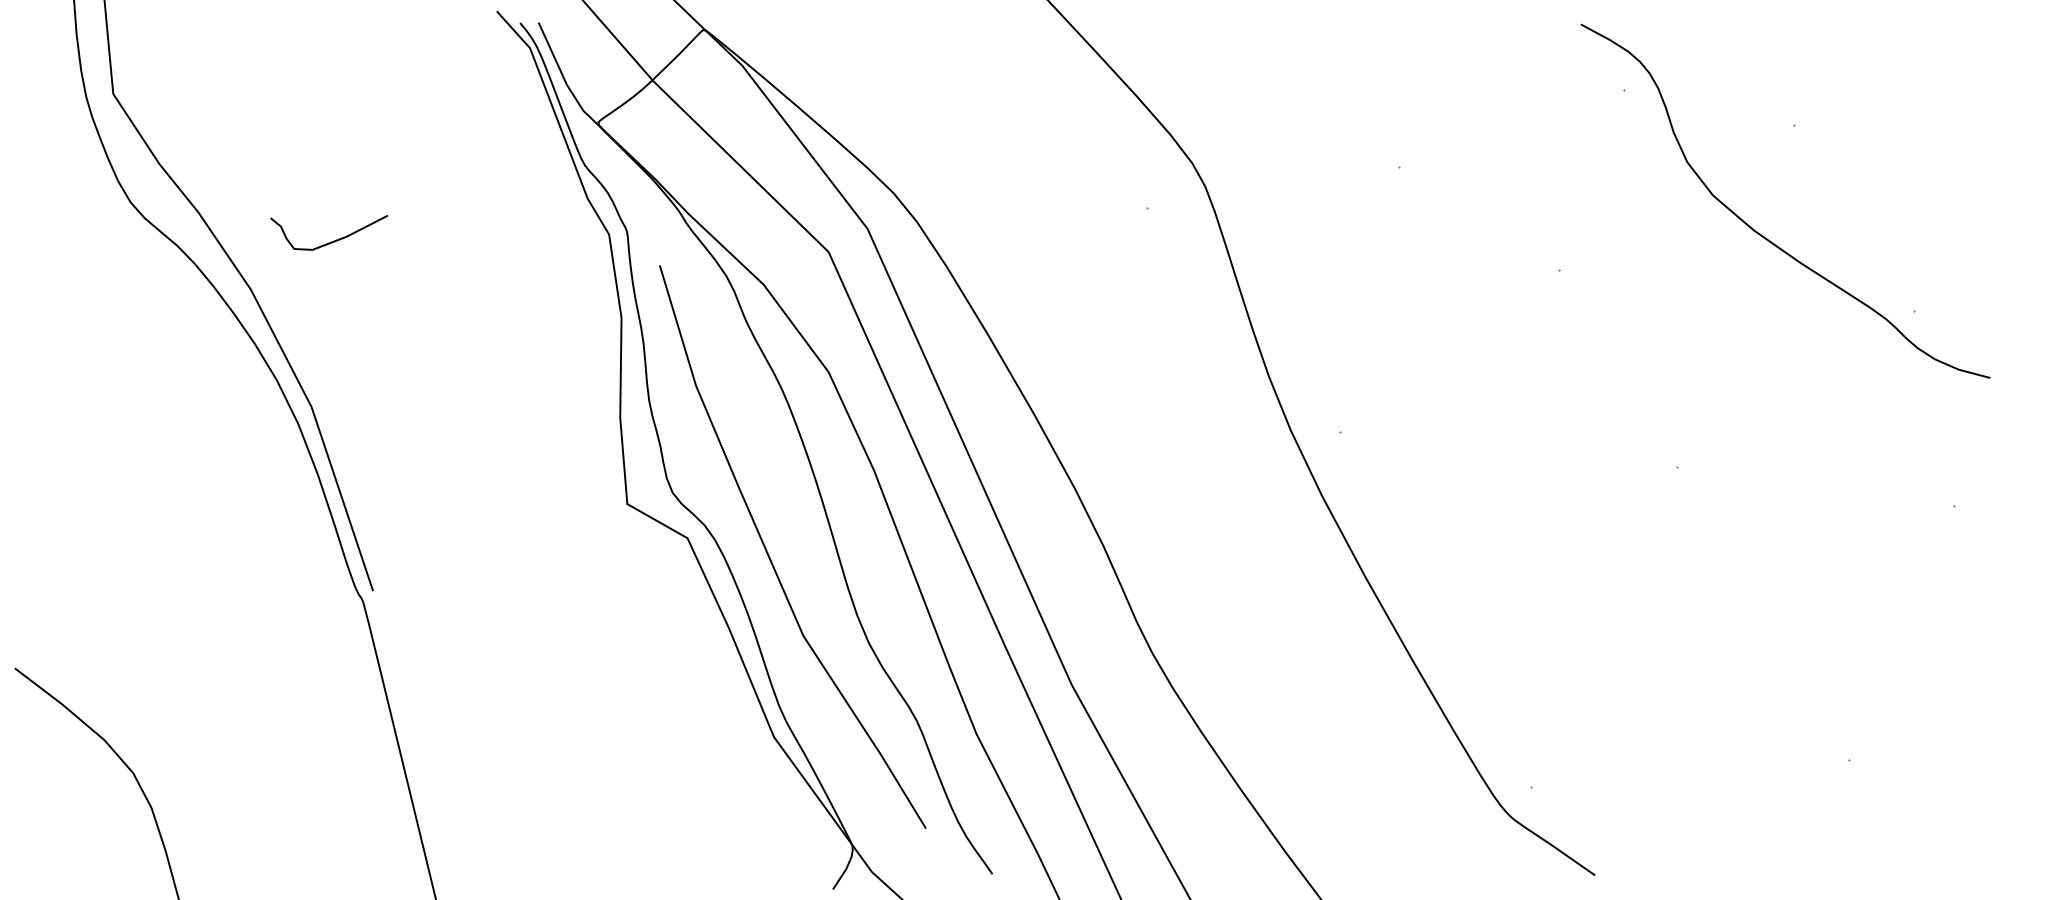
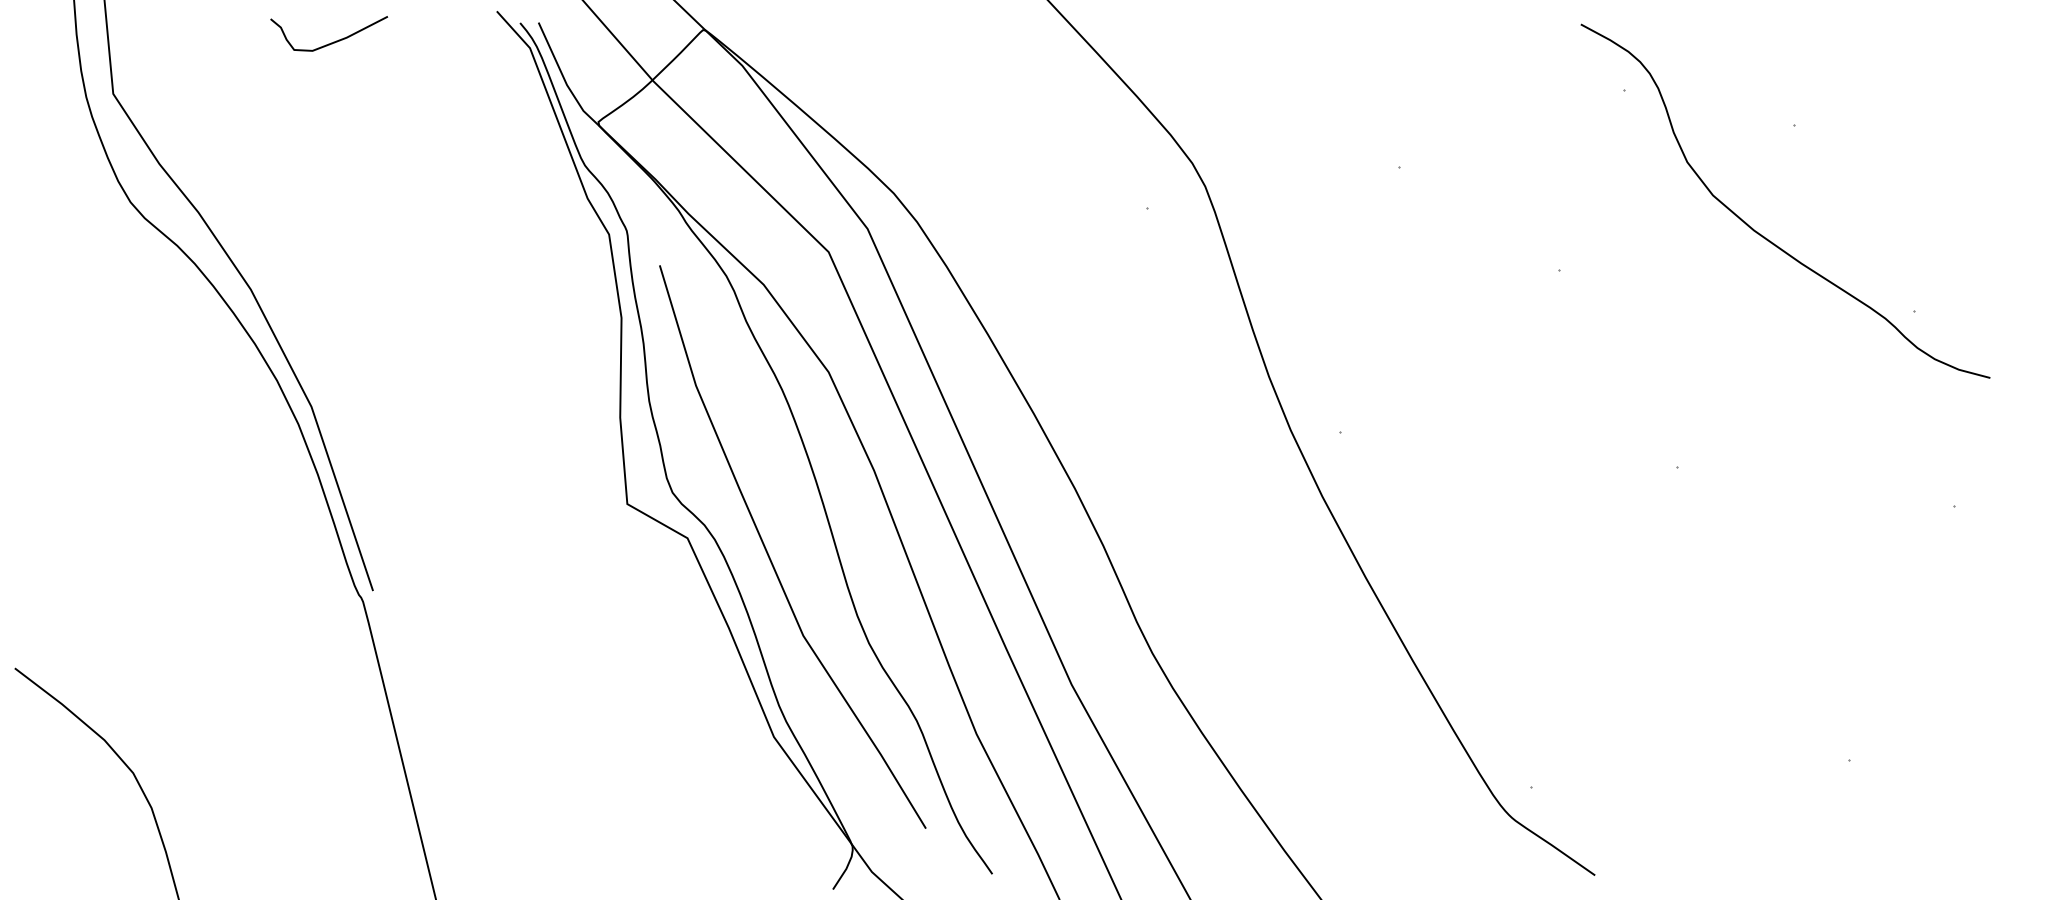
curve at (333, 240) position: (333, 240) -> (333, 41)
